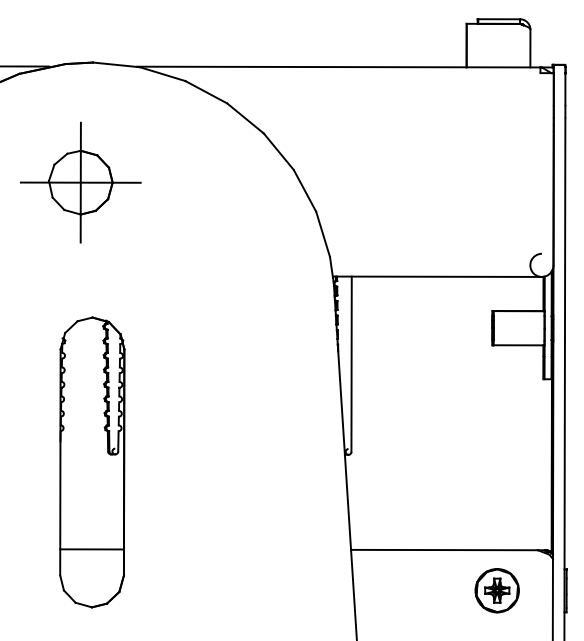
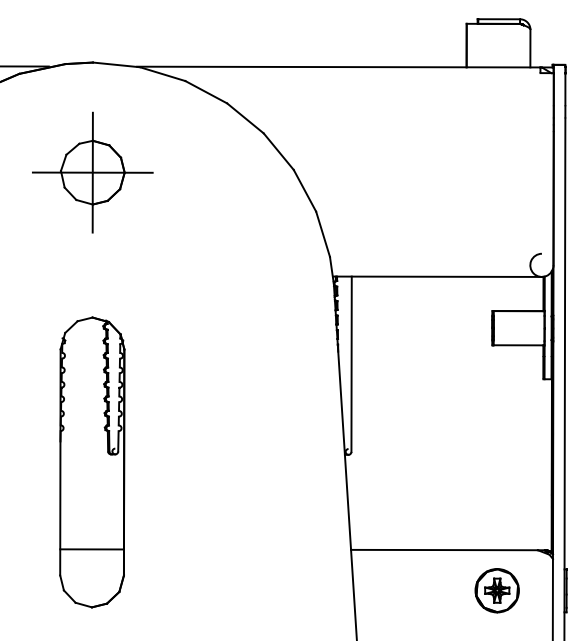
part at (80, 182) position: (80, 182) -> (92, 172)
